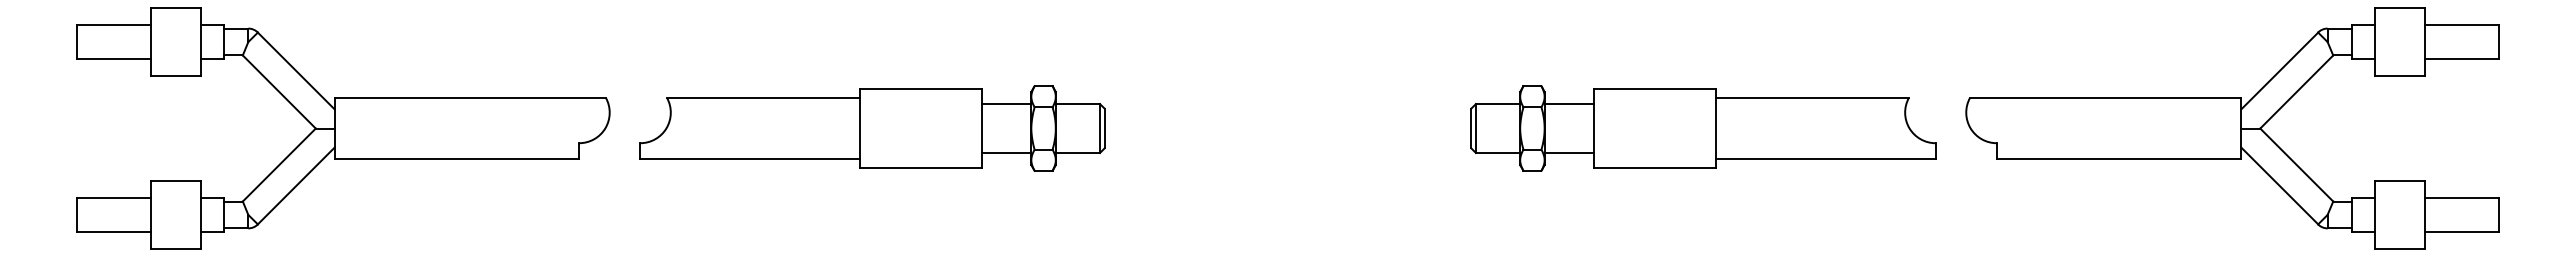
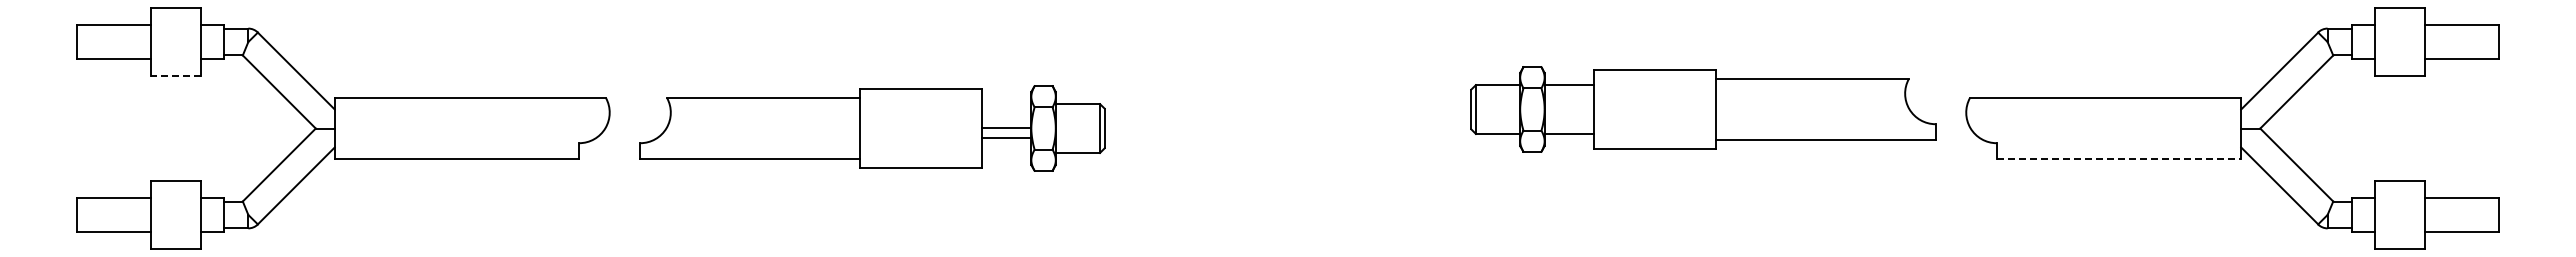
line at (175, 76): solid -> dashed
line at (1006, 104) position: (1006, 104) -> (1006, 138)
part at (1703, 128) position: (1703, 128) -> (1703, 109)
line at (1006, 152) position: (1006, 152) -> (1006, 127)
line at (2119, 159): solid -> dashed
